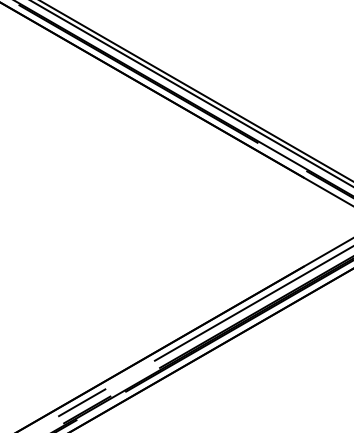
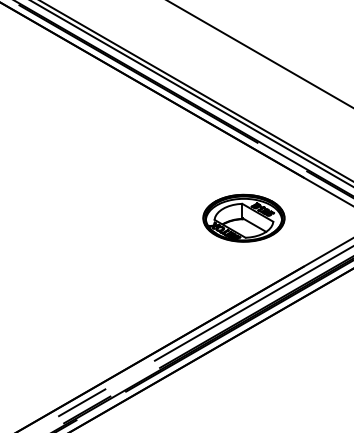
line at (260, 54): none -> present
part at (243, 217): none -> present
